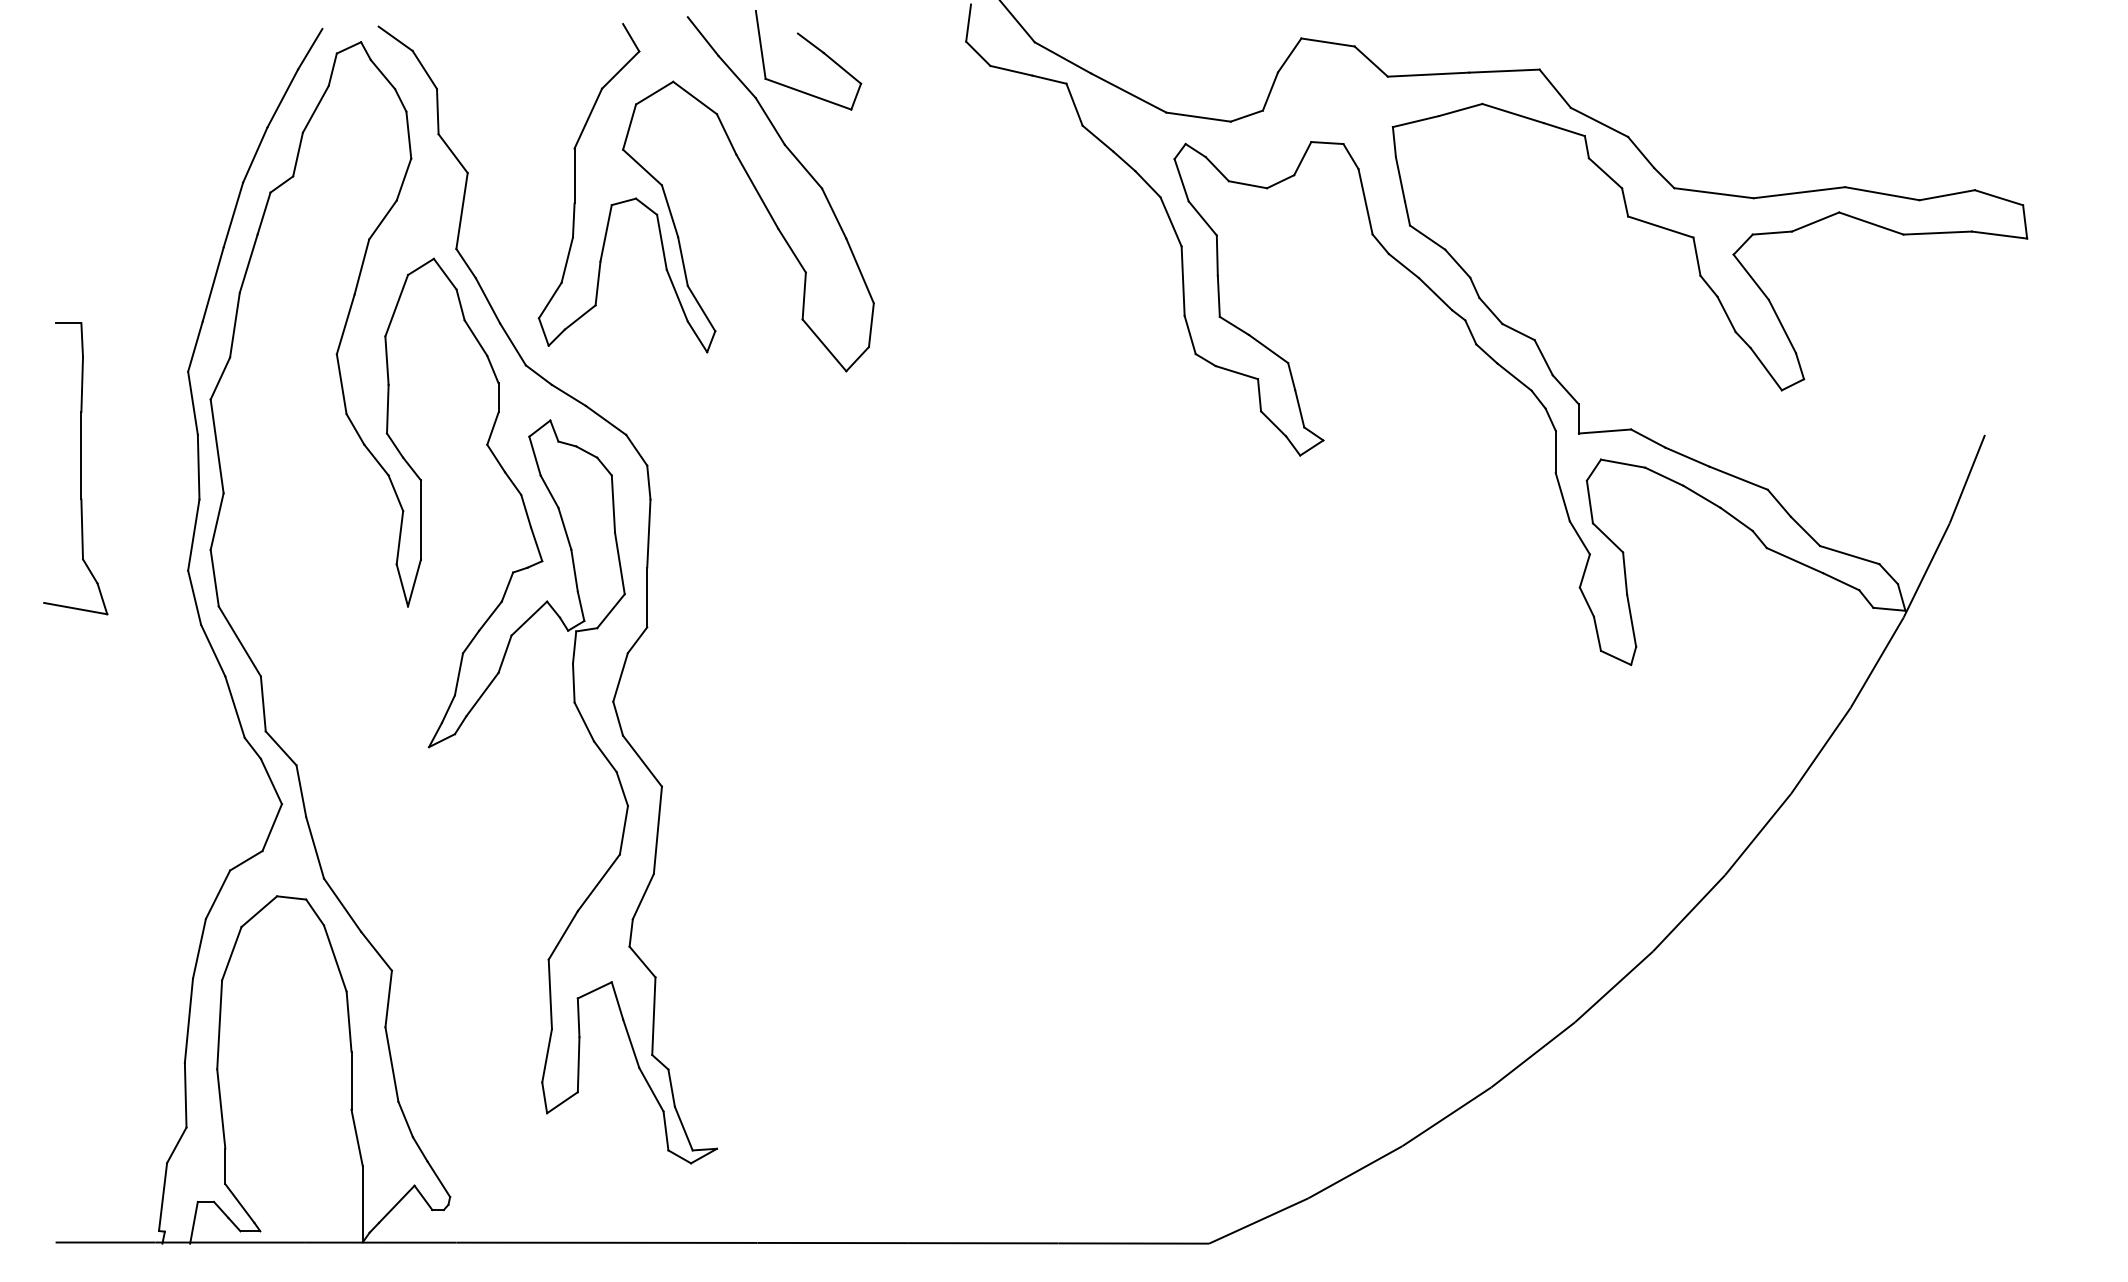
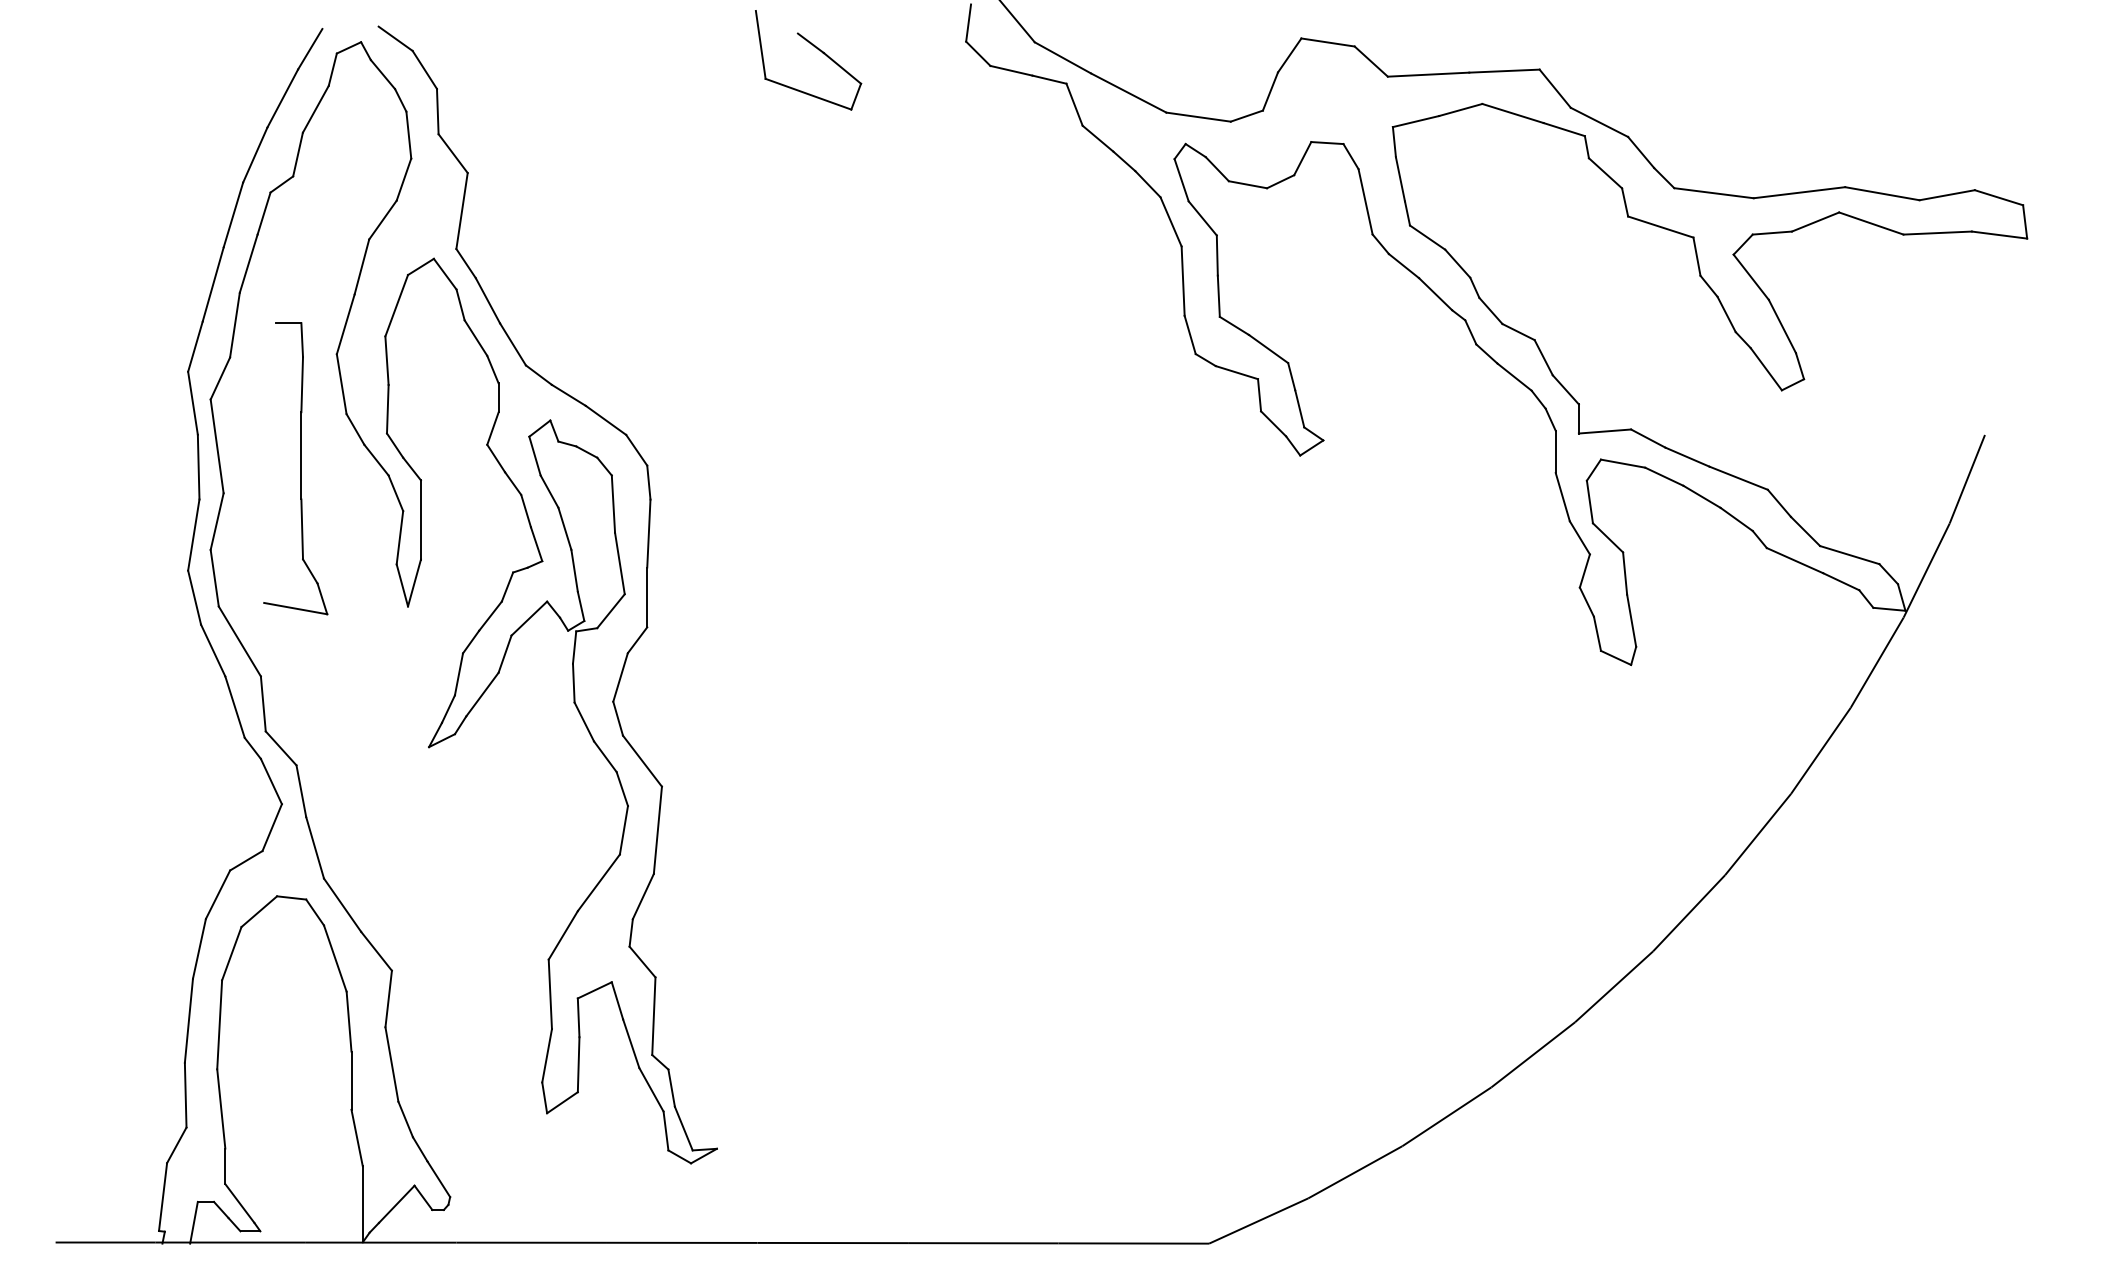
part at (669, 205): present -> none
part at (75, 468) position: (75, 468) -> (295, 468)
